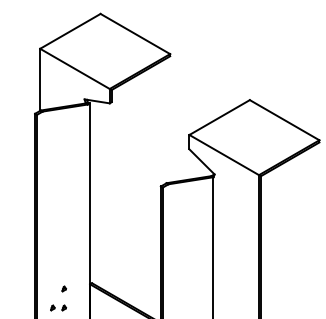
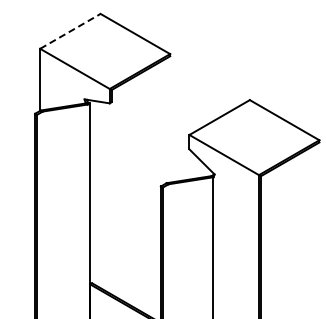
line at (70, 31): solid -> dashed
part at (64, 288): present -> none
part at (58, 307): present -> none
